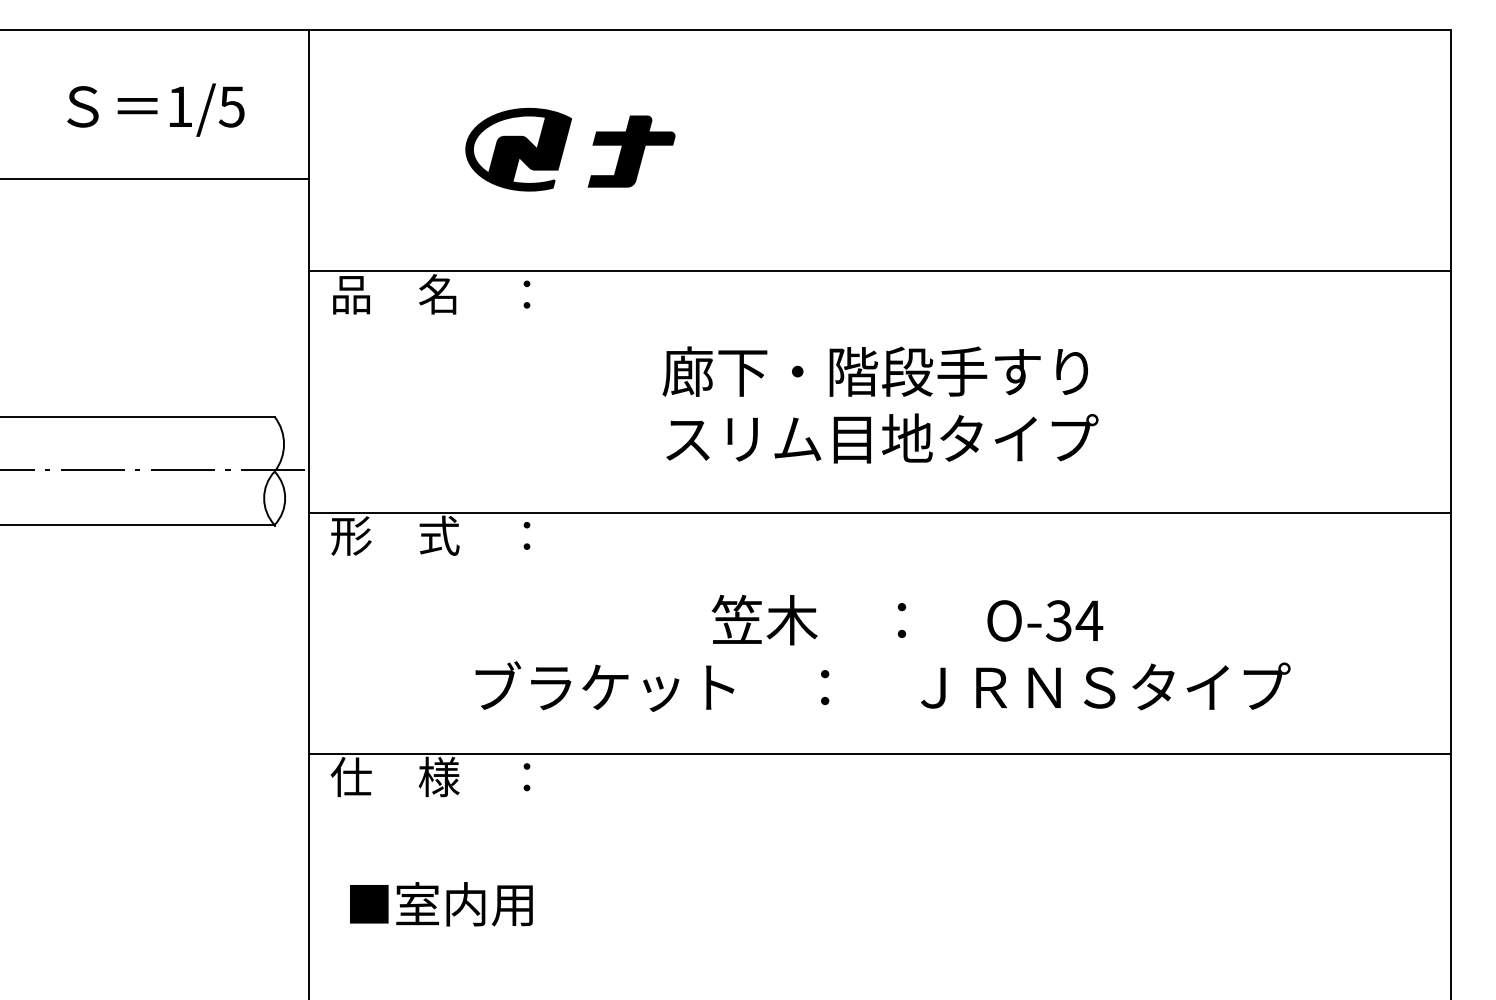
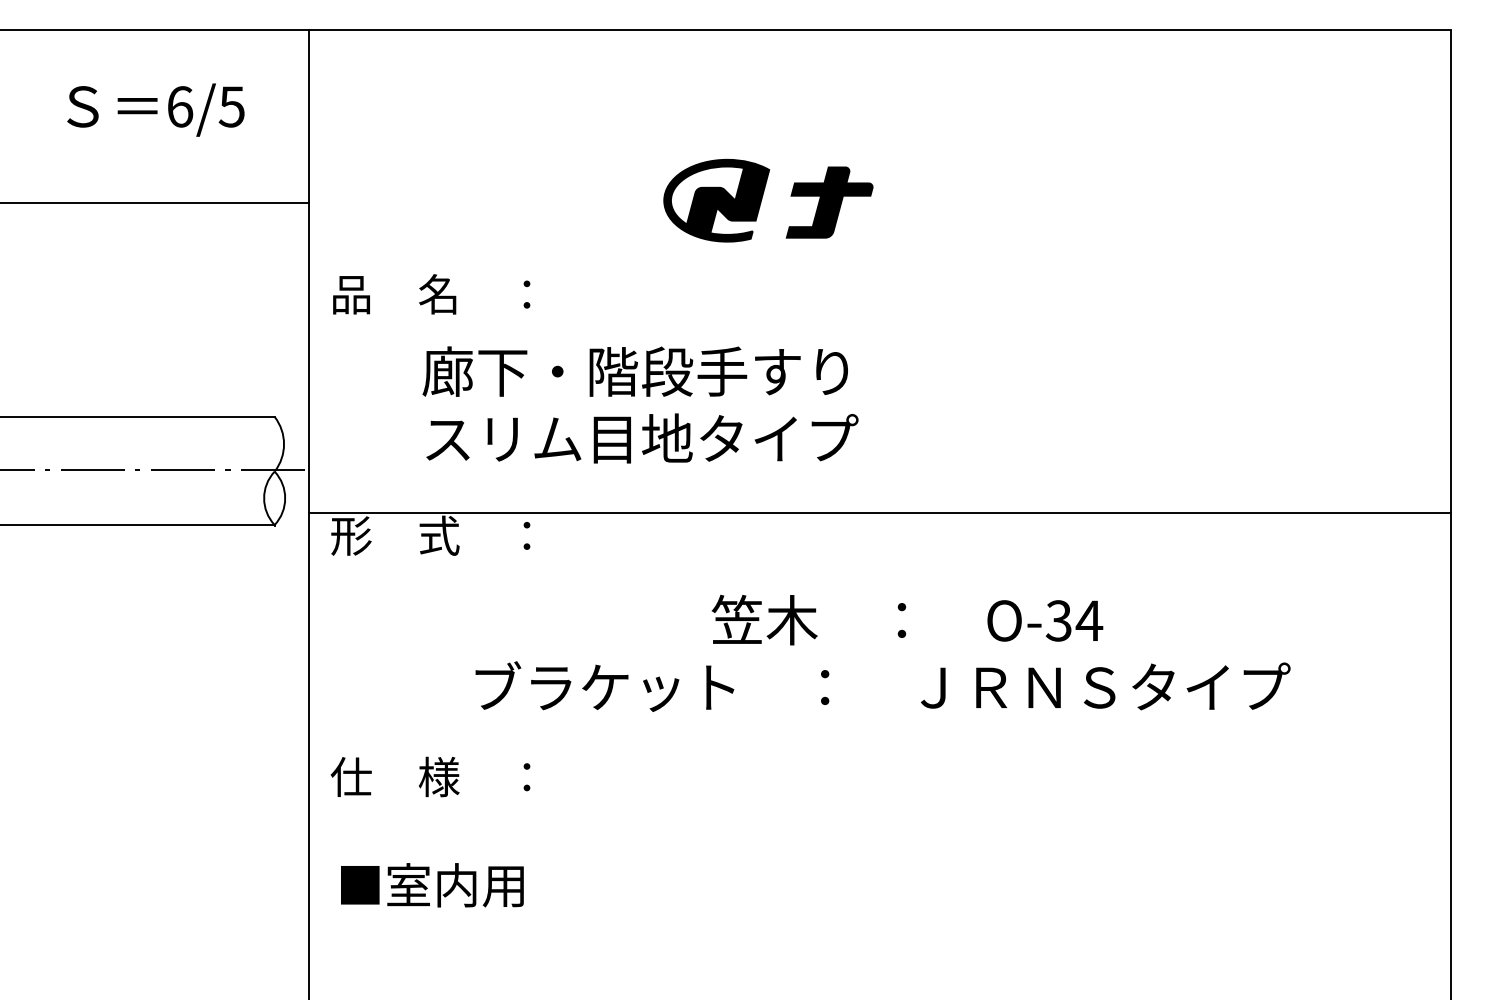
text at (180, 106): 1/5 -> 6/5
part at (564, 148) position: (564, 148) -> (762, 199)
line at (155, 179) position: (155, 179) -> (155, 203)
line at (879, 271): present -> none
text at (880, 404) position: (880, 404) -> (640, 404)
line at (879, 754): present -> none
text at (441, 904) position: (441, 904) -> (432, 885)
